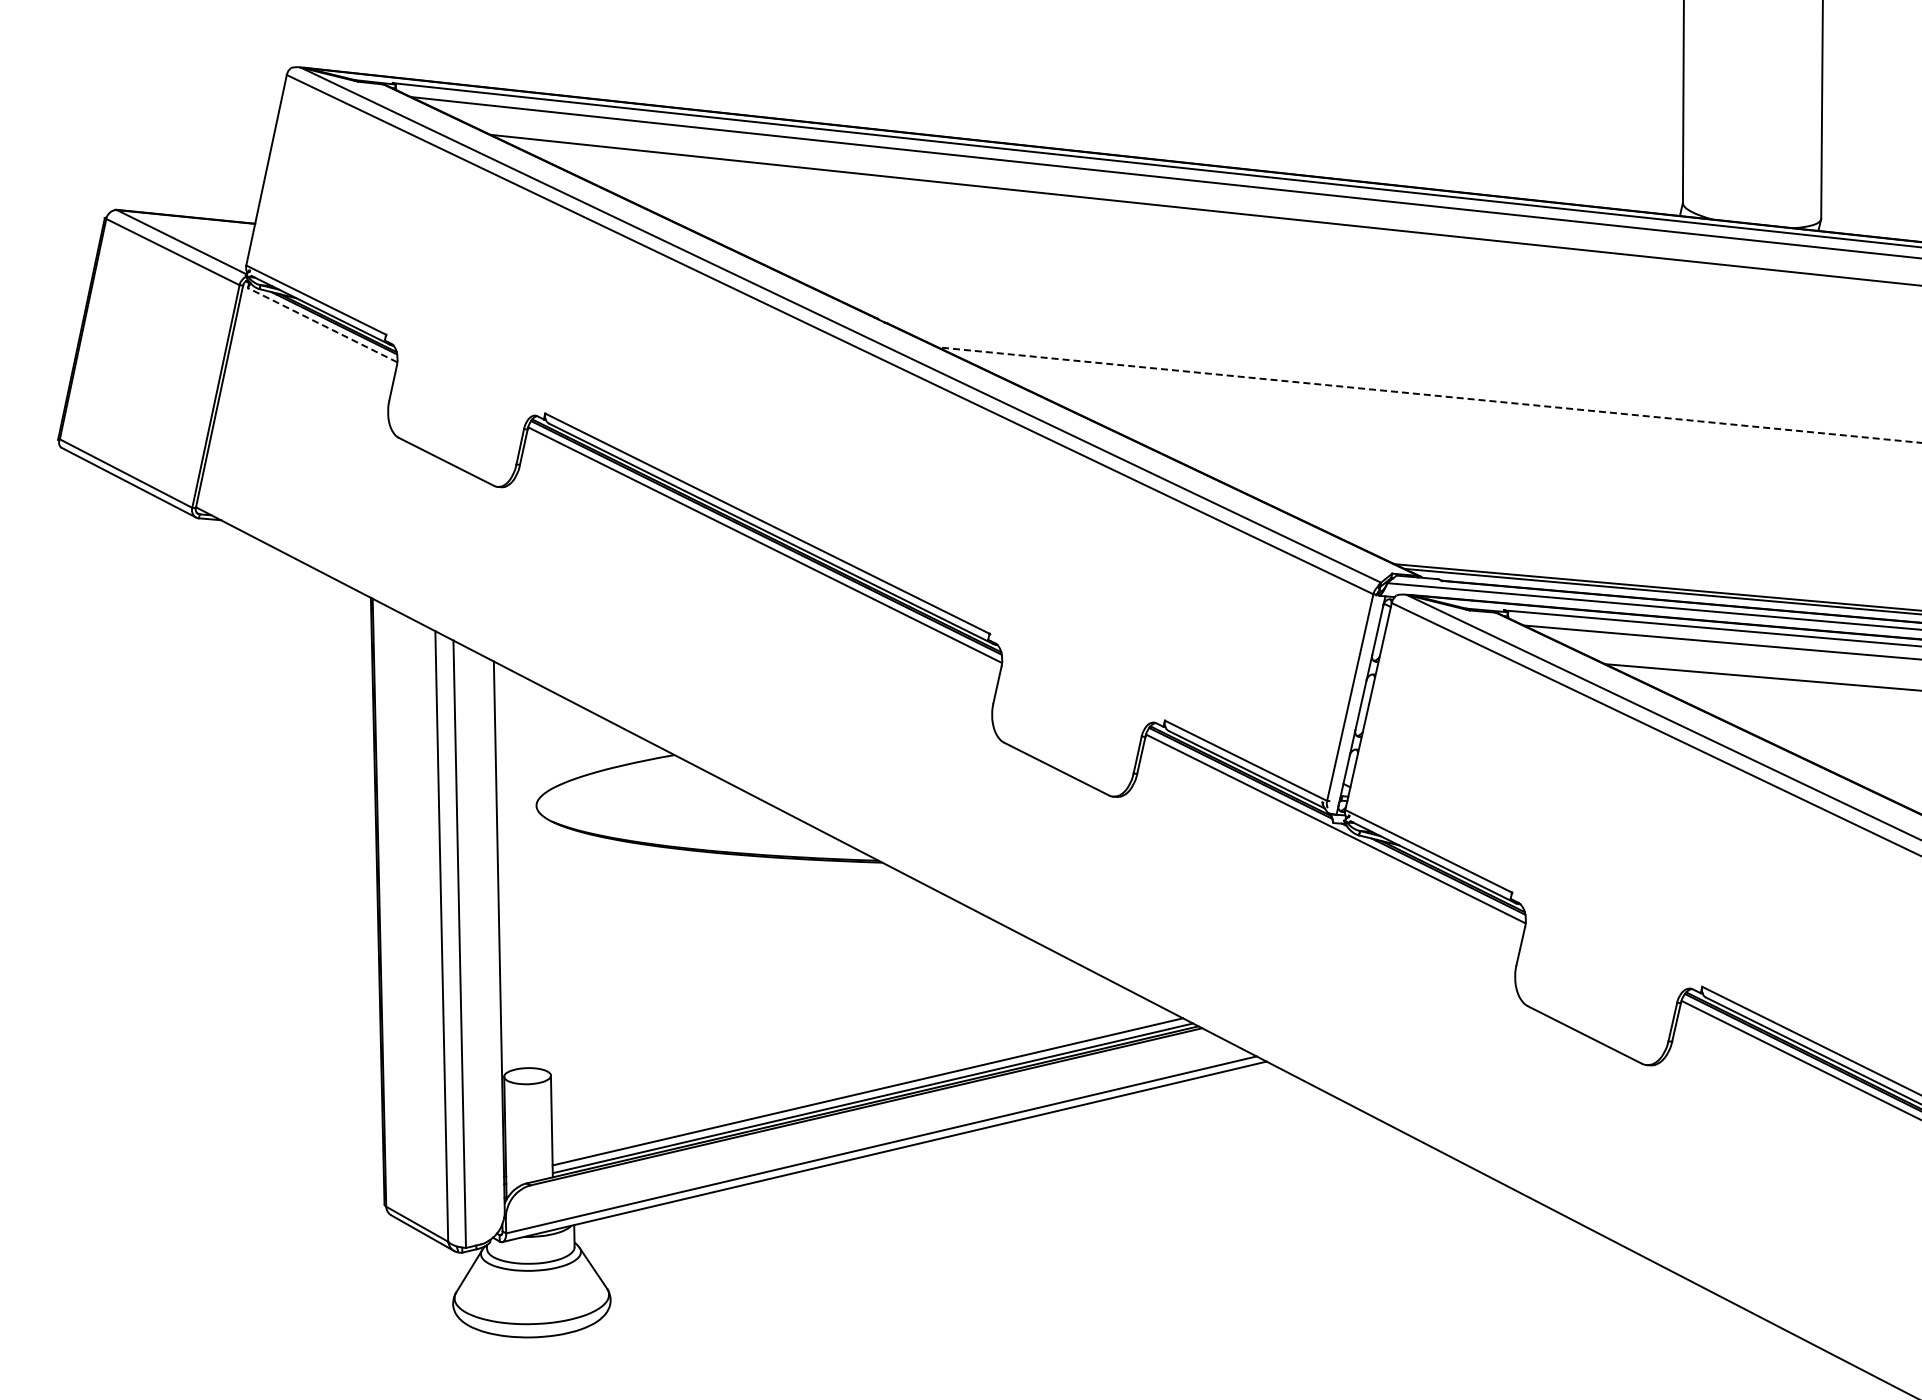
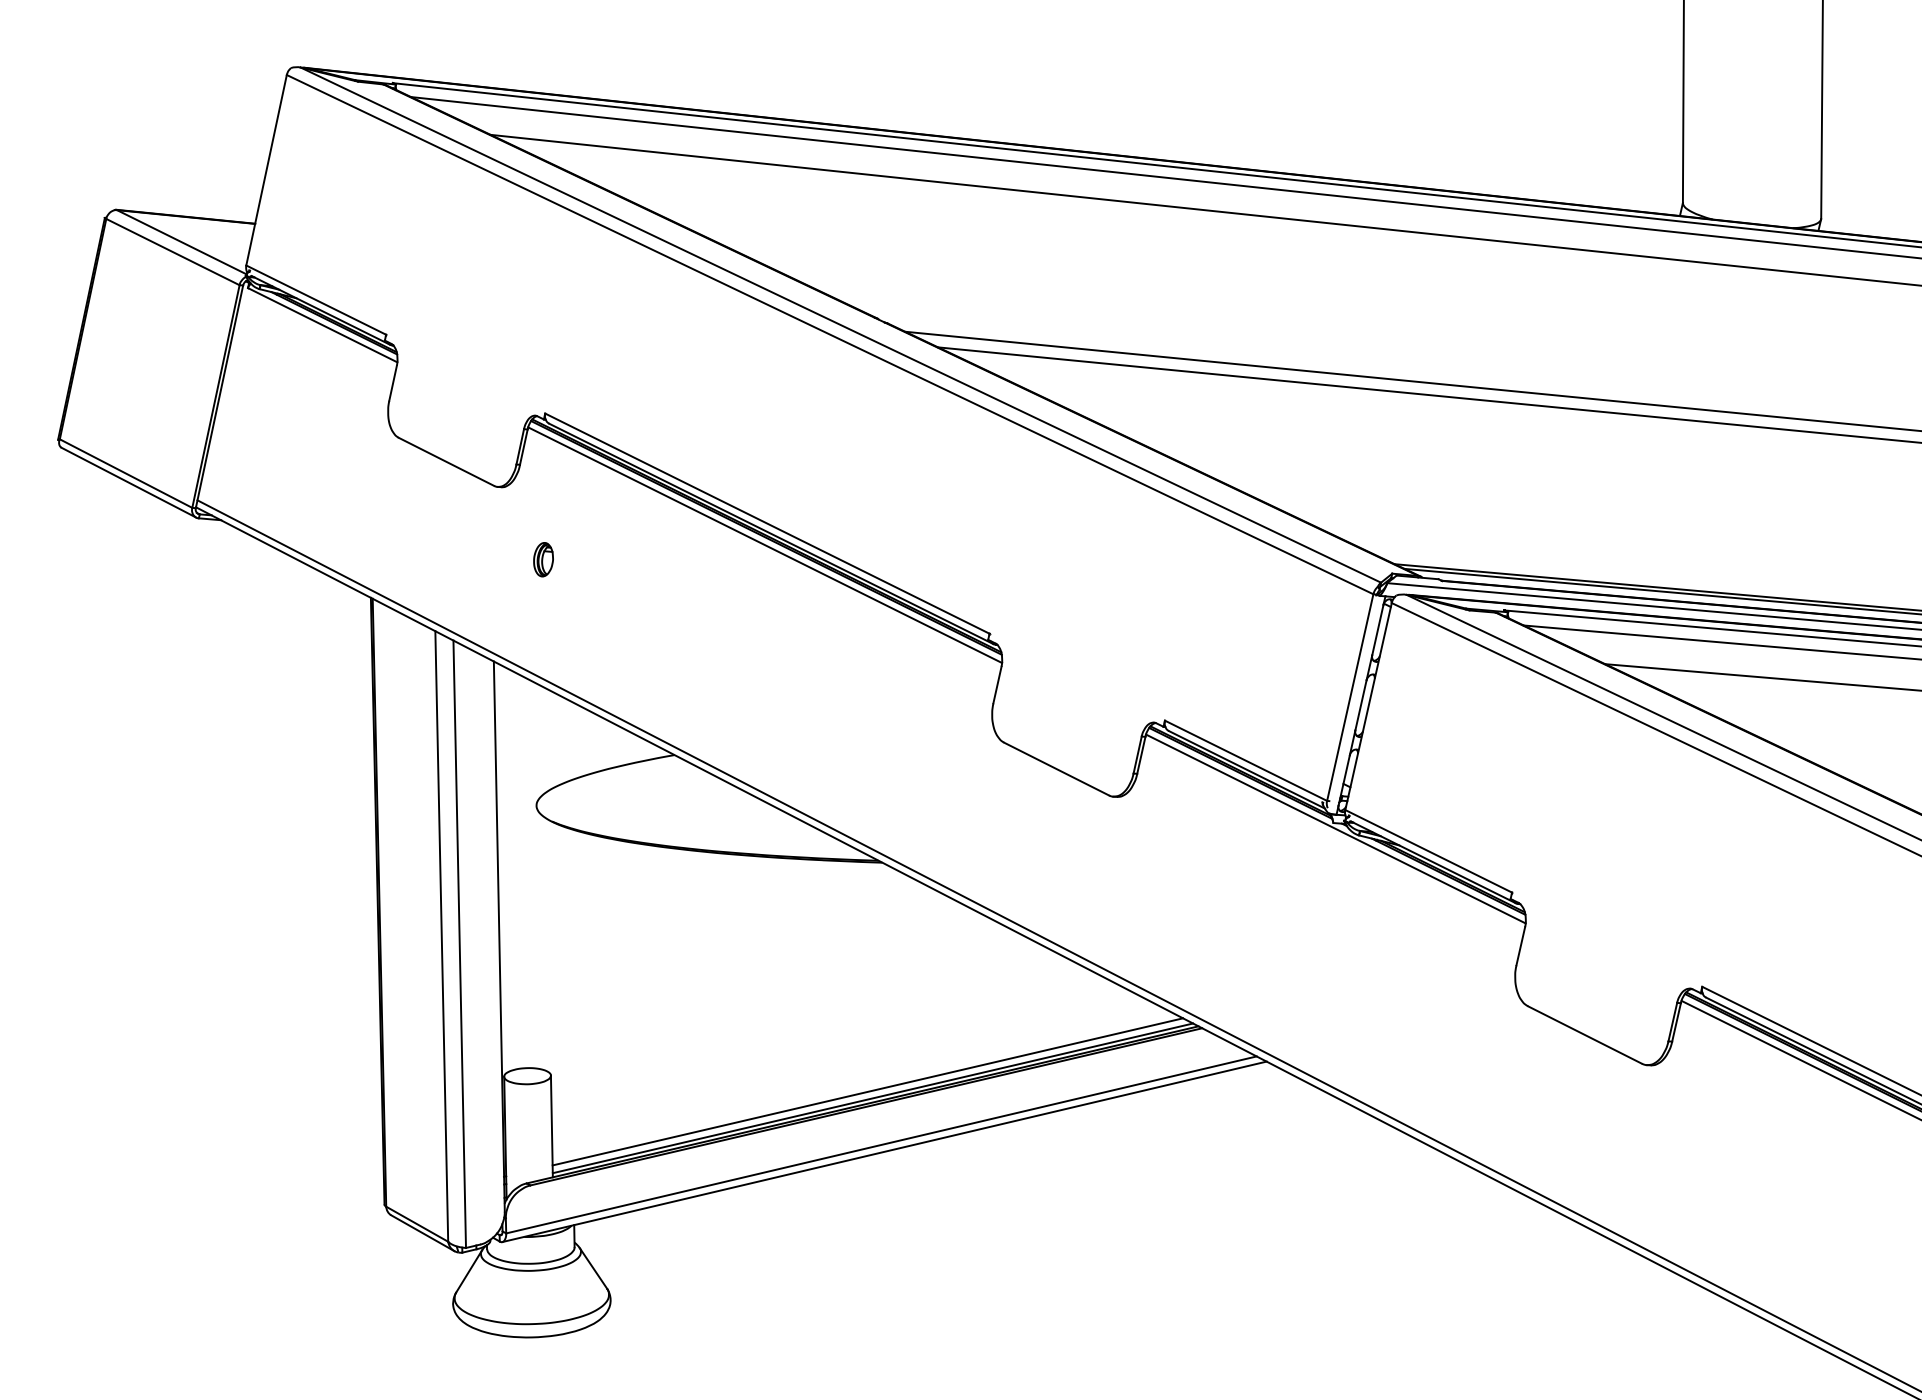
line at (322, 324): dashed -> solid
line at (1411, 380): none -> present
line at (1429, 395): dashed -> solid
part at (543, 559): none -> present
line at (1057, 945): none -> present
